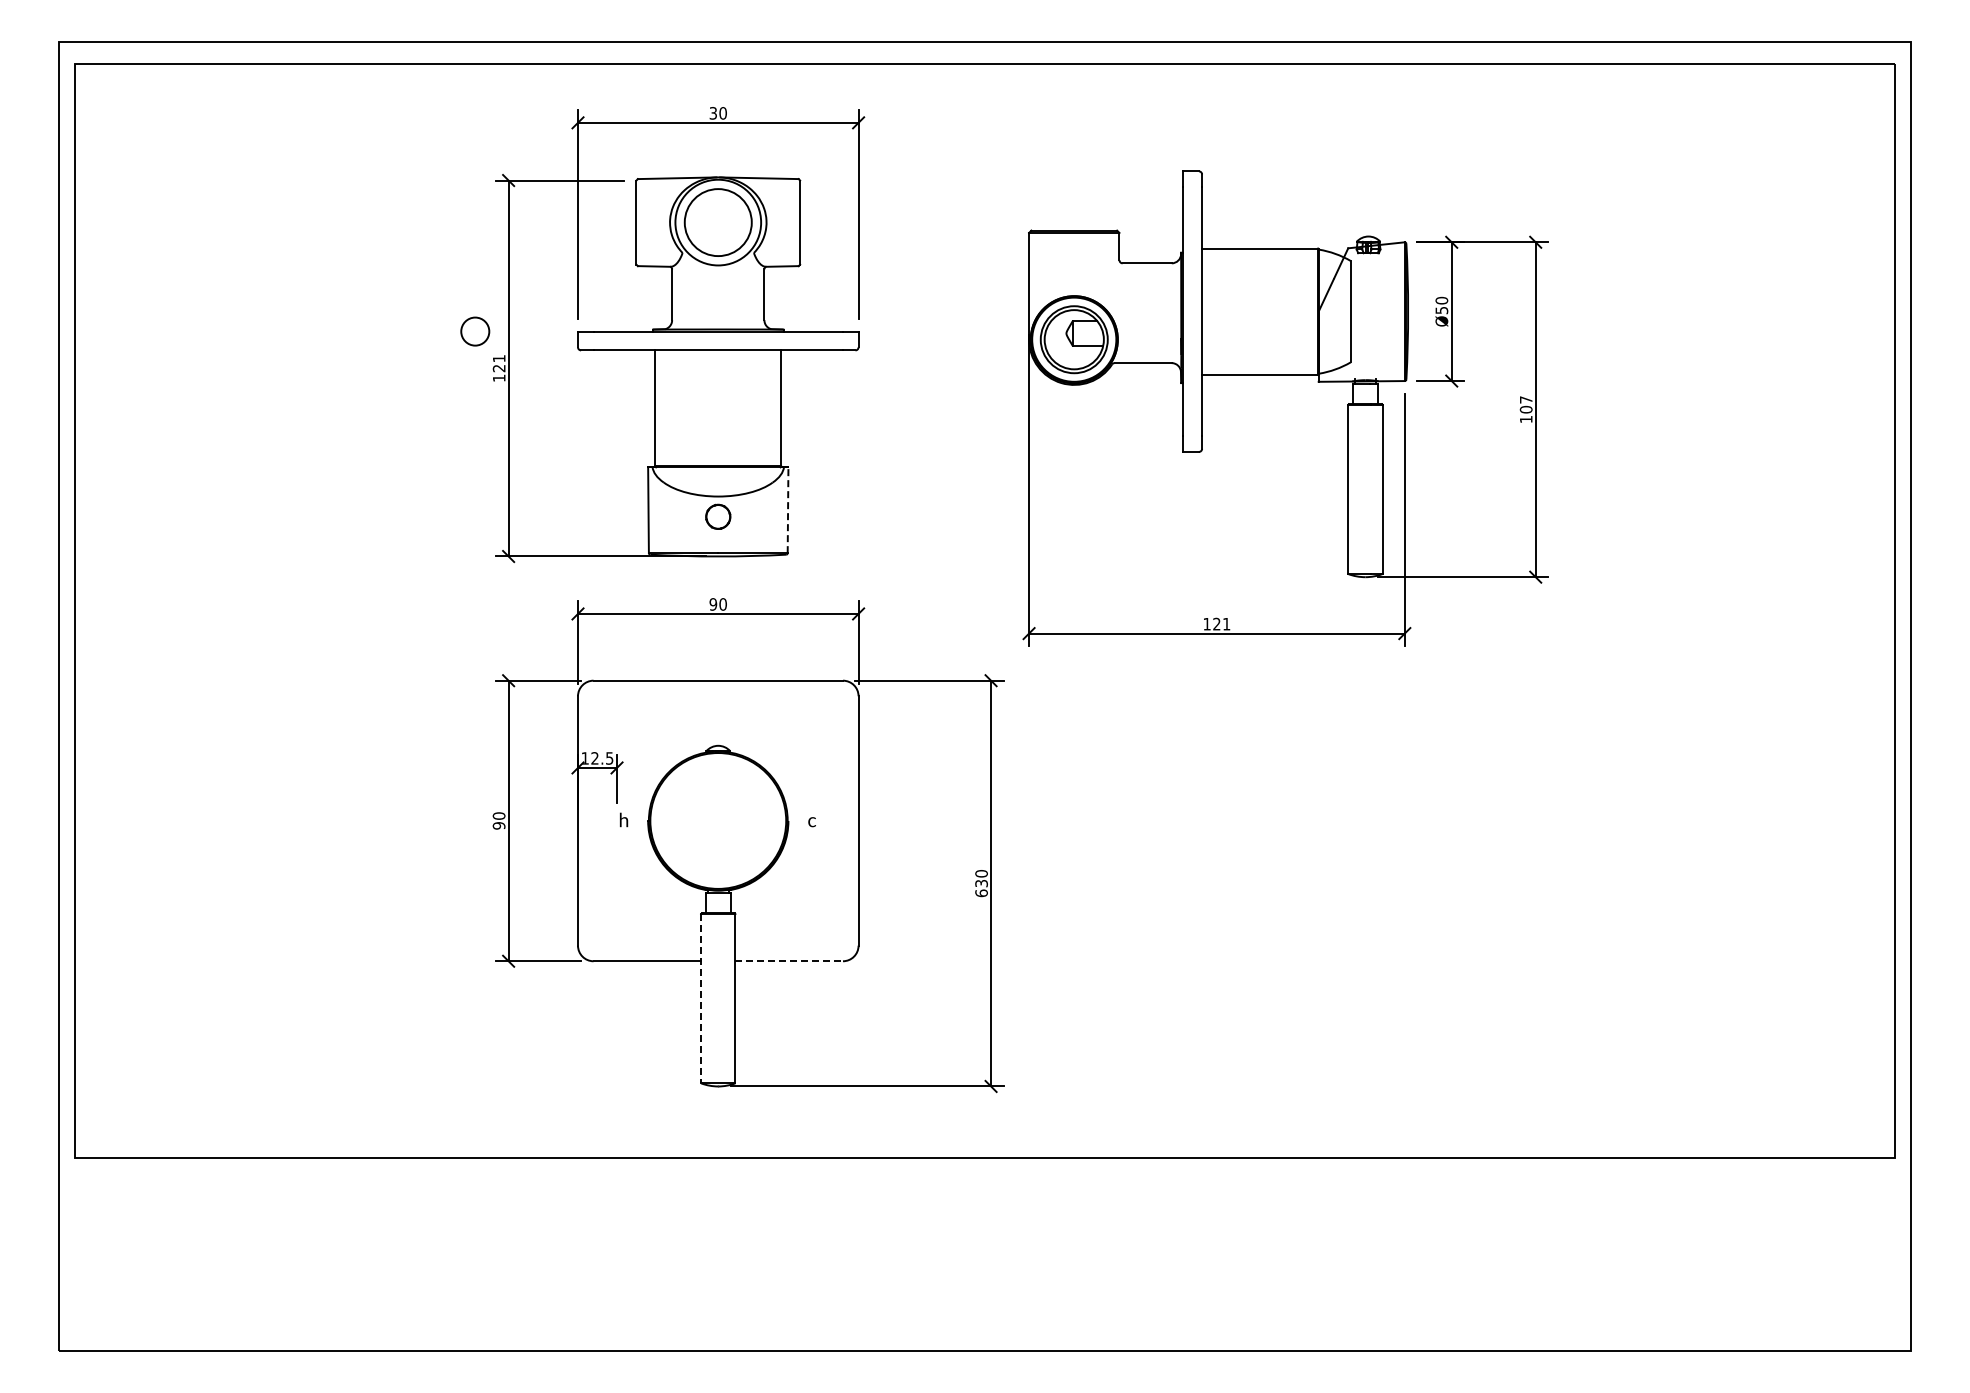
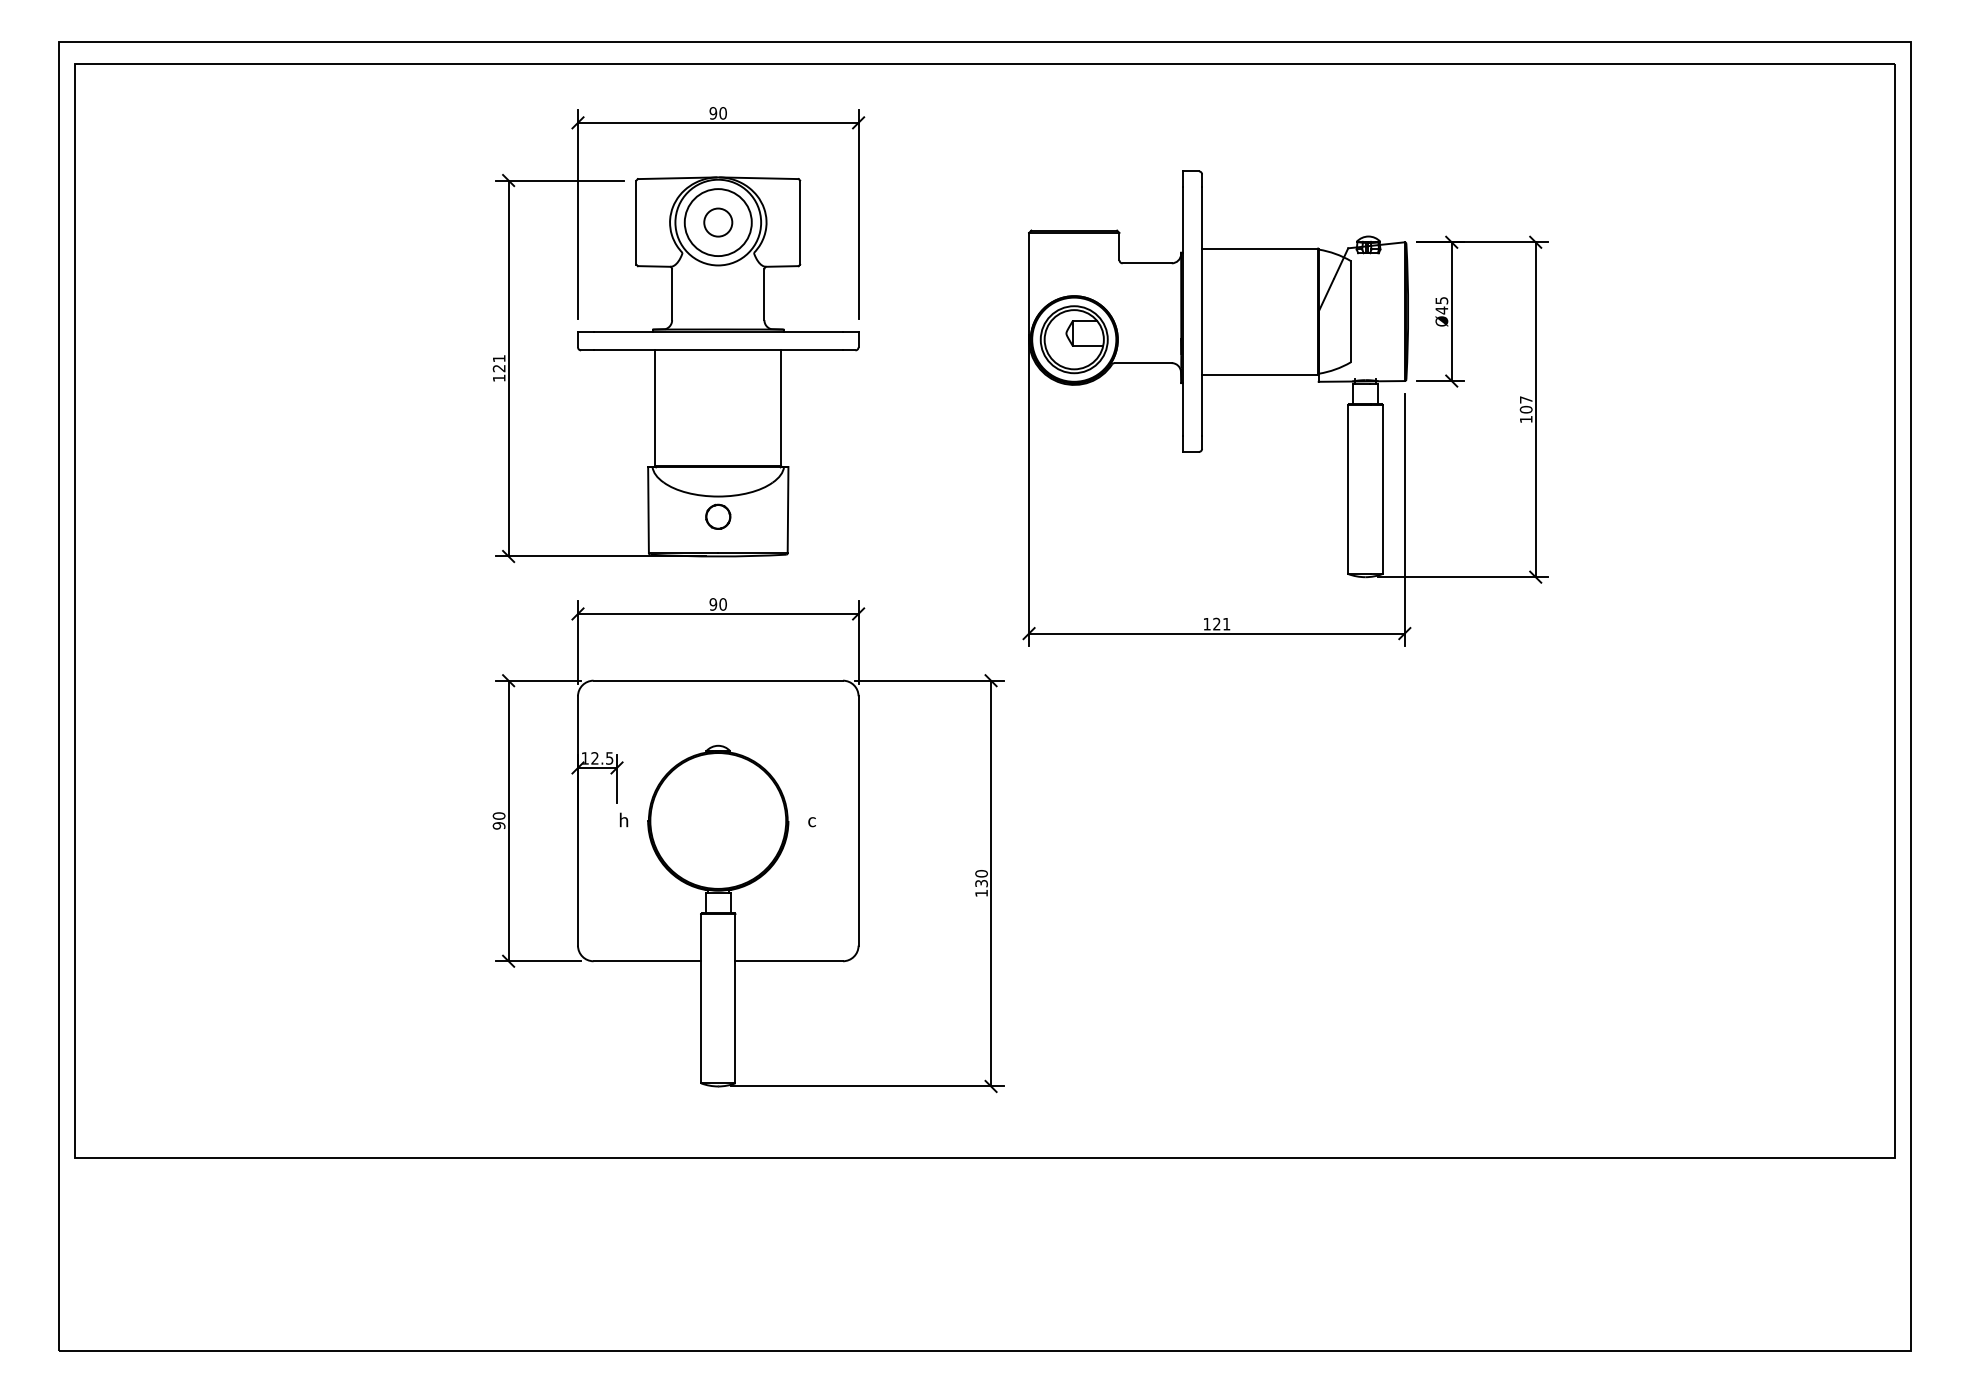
text at (713, 113): 30 -> 90
text at (1441, 305): Ø50 -> Ø45
circle at (475, 331) position: (475, 331) -> (718, 222)
line at (788, 509): dashed -> solid
text at (981, 893): 630 -> 130
line at (789, 961): dashed -> solid
line at (701, 998): dashed -> solid
